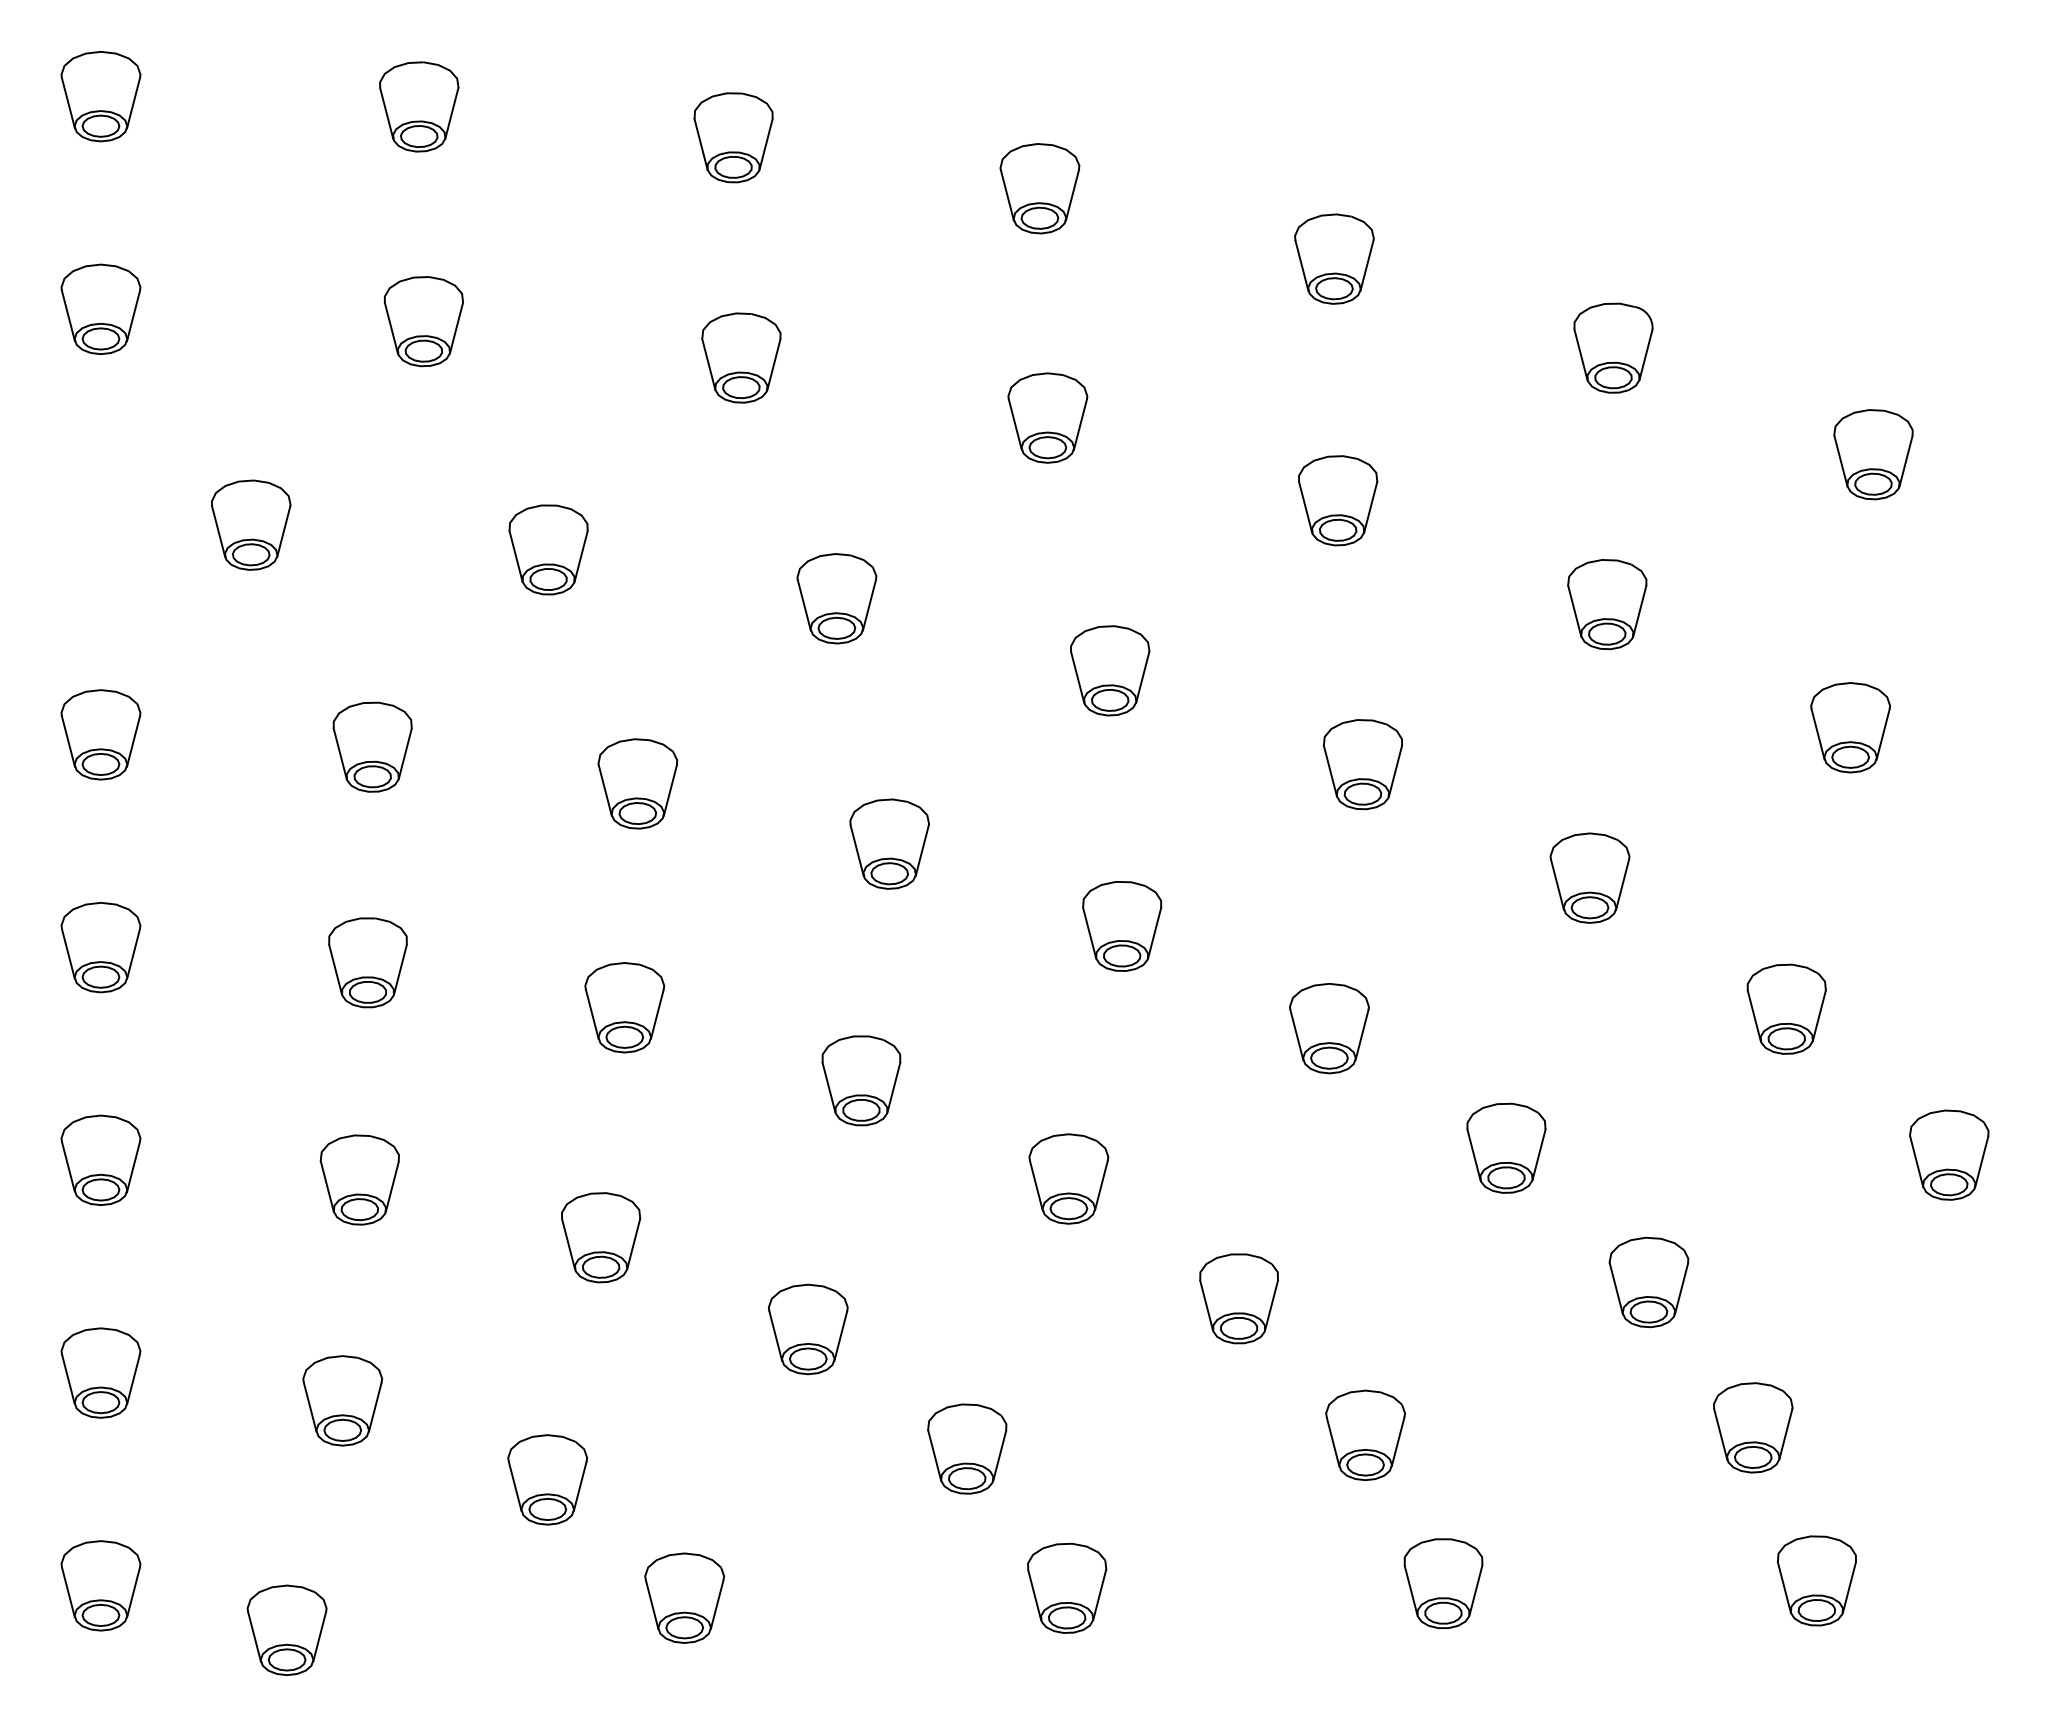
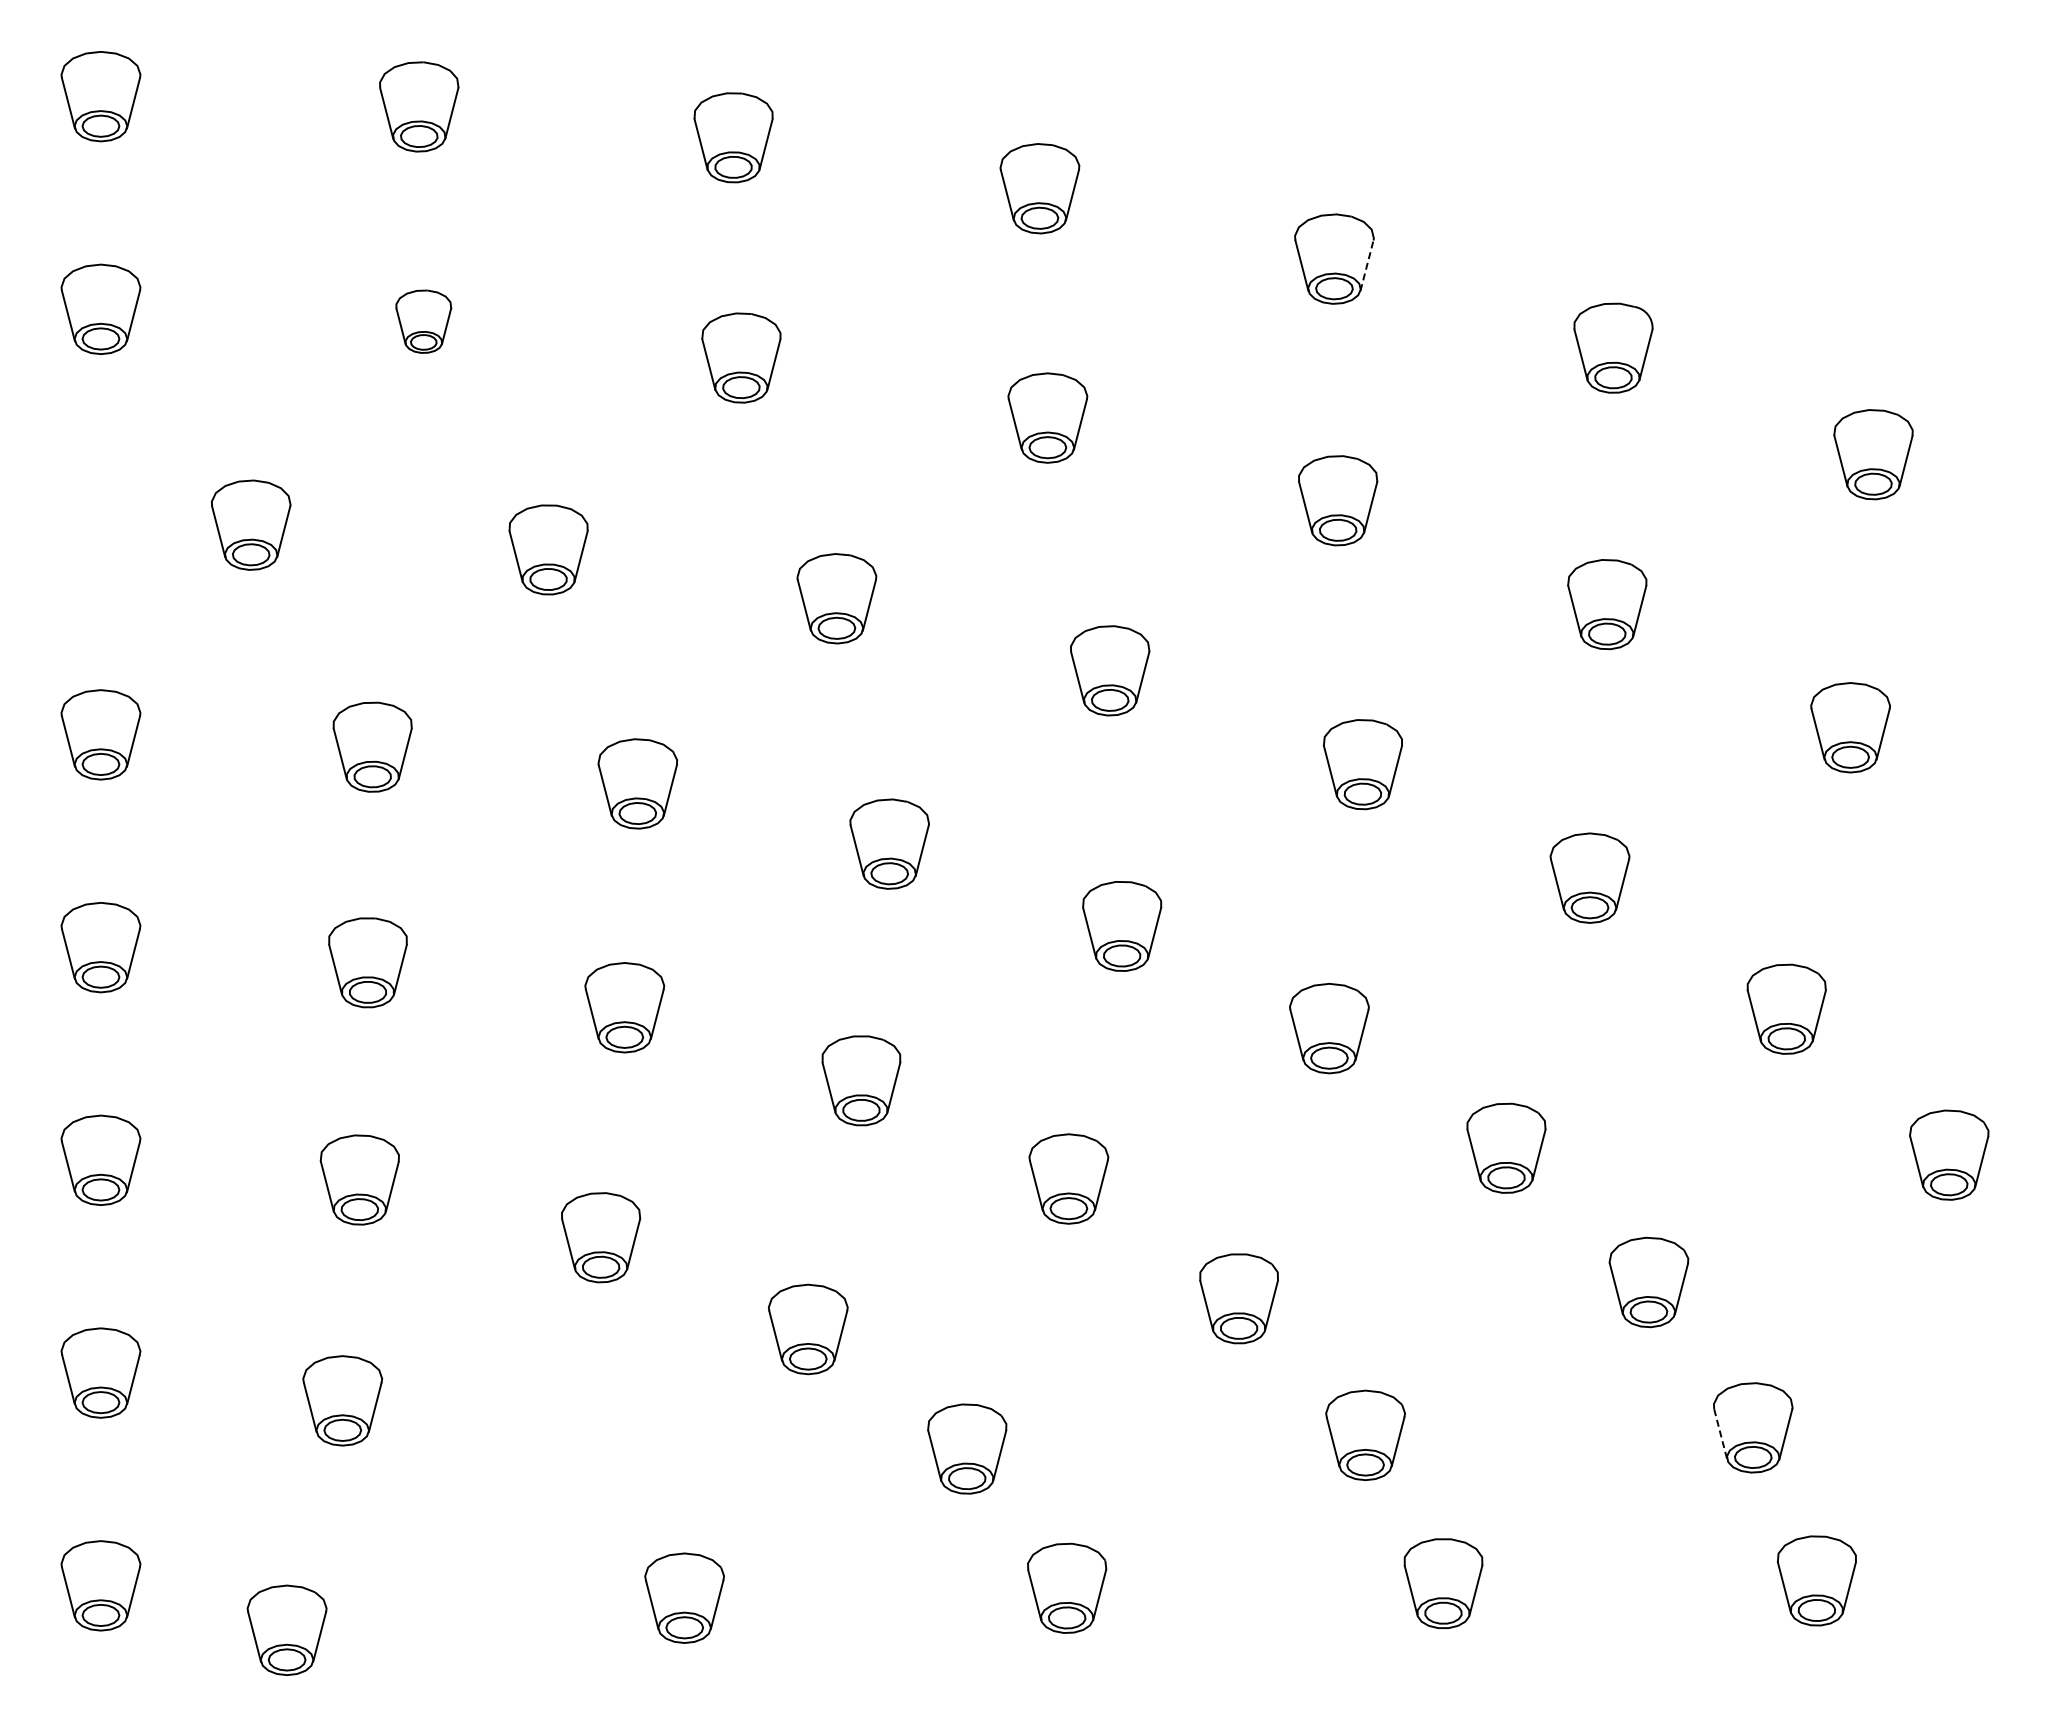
line at (1367, 265): solid -> dashed
part at (423, 321) size: 81x92 px -> 58x65 px
line at (1720, 1434): solid -> dashed
part at (547, 1479): present -> none
